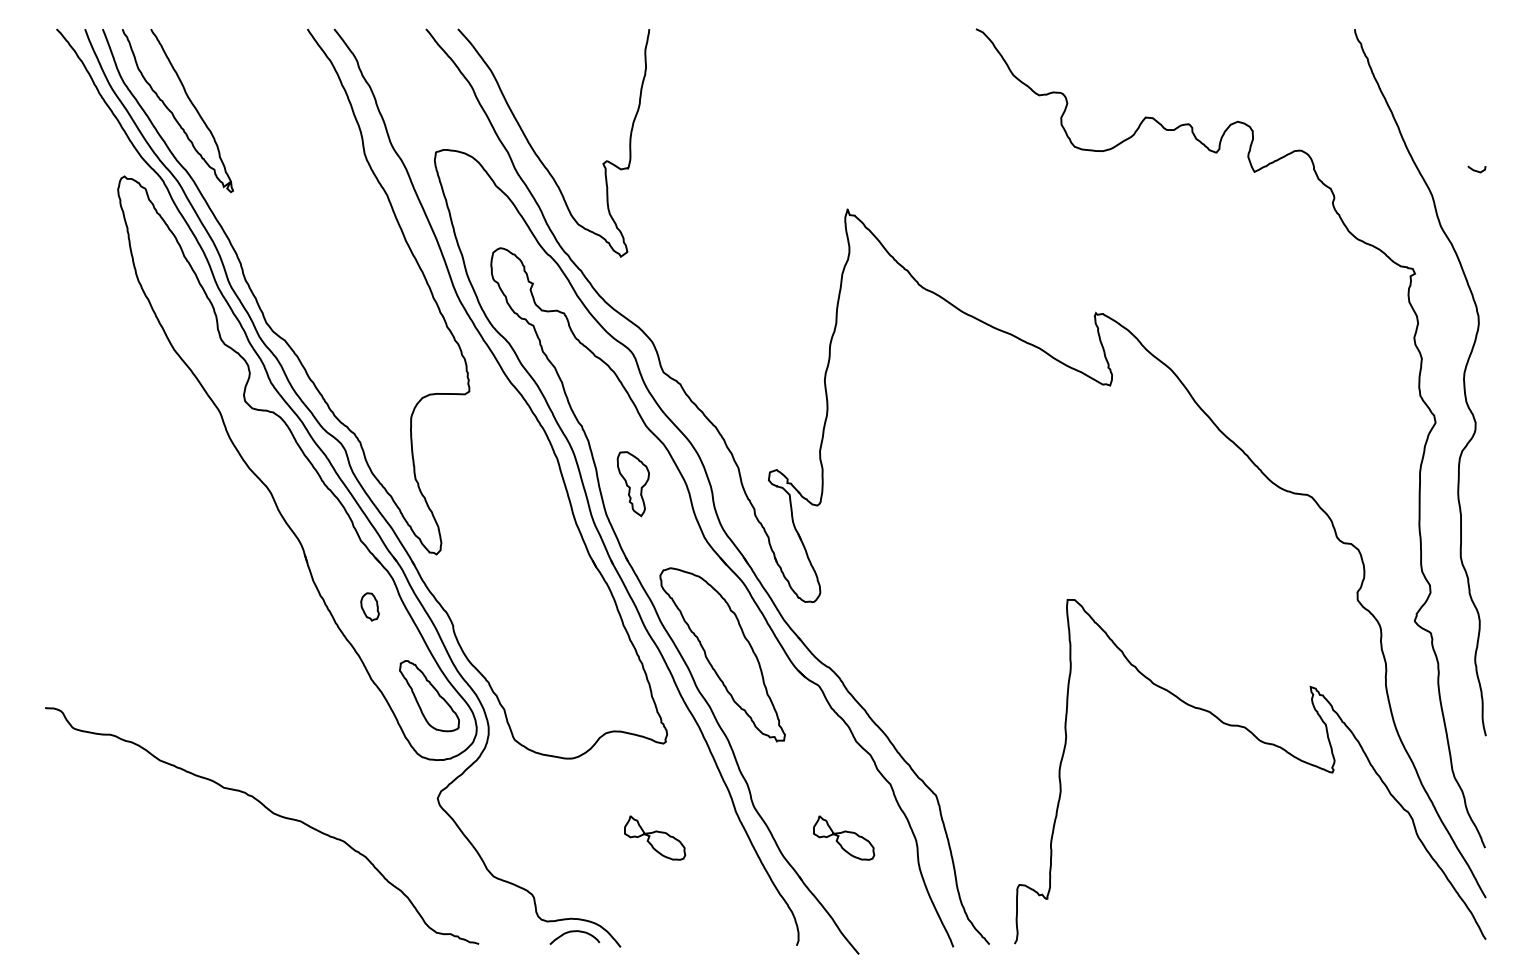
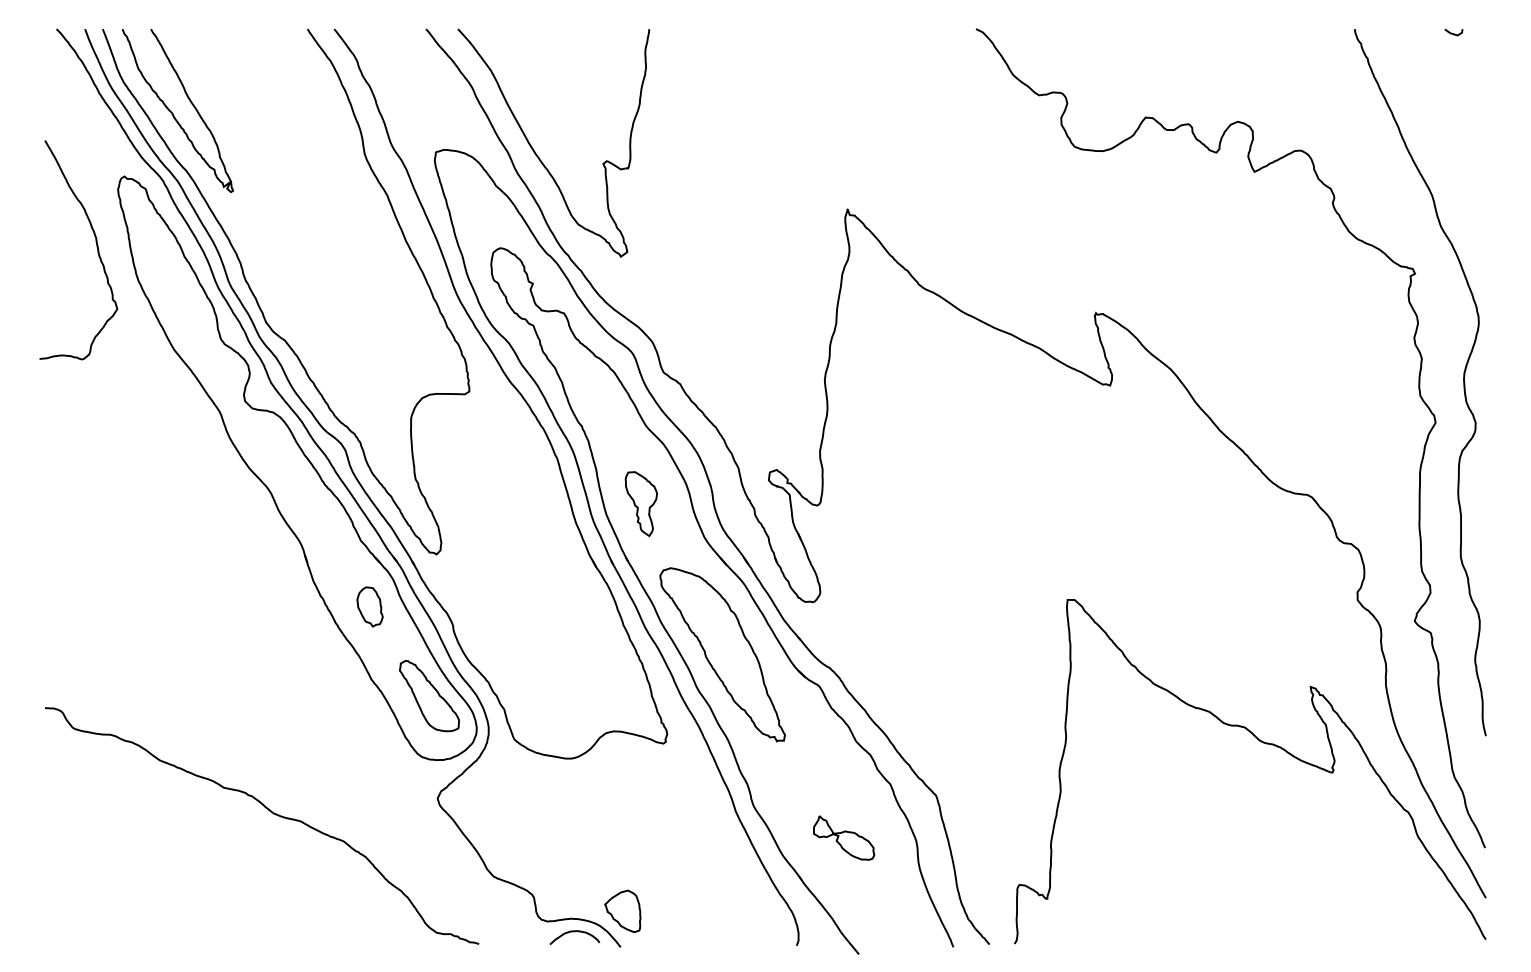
curve at (1476, 170) position: (1476, 170) -> (1453, 33)
curve at (96, 247): none -> present
part at (632, 484) position: (632, 484) -> (640, 504)
part at (369, 606) size: 20x30 px -> 28x42 px
part at (655, 837): present -> none
part at (622, 910): none -> present
